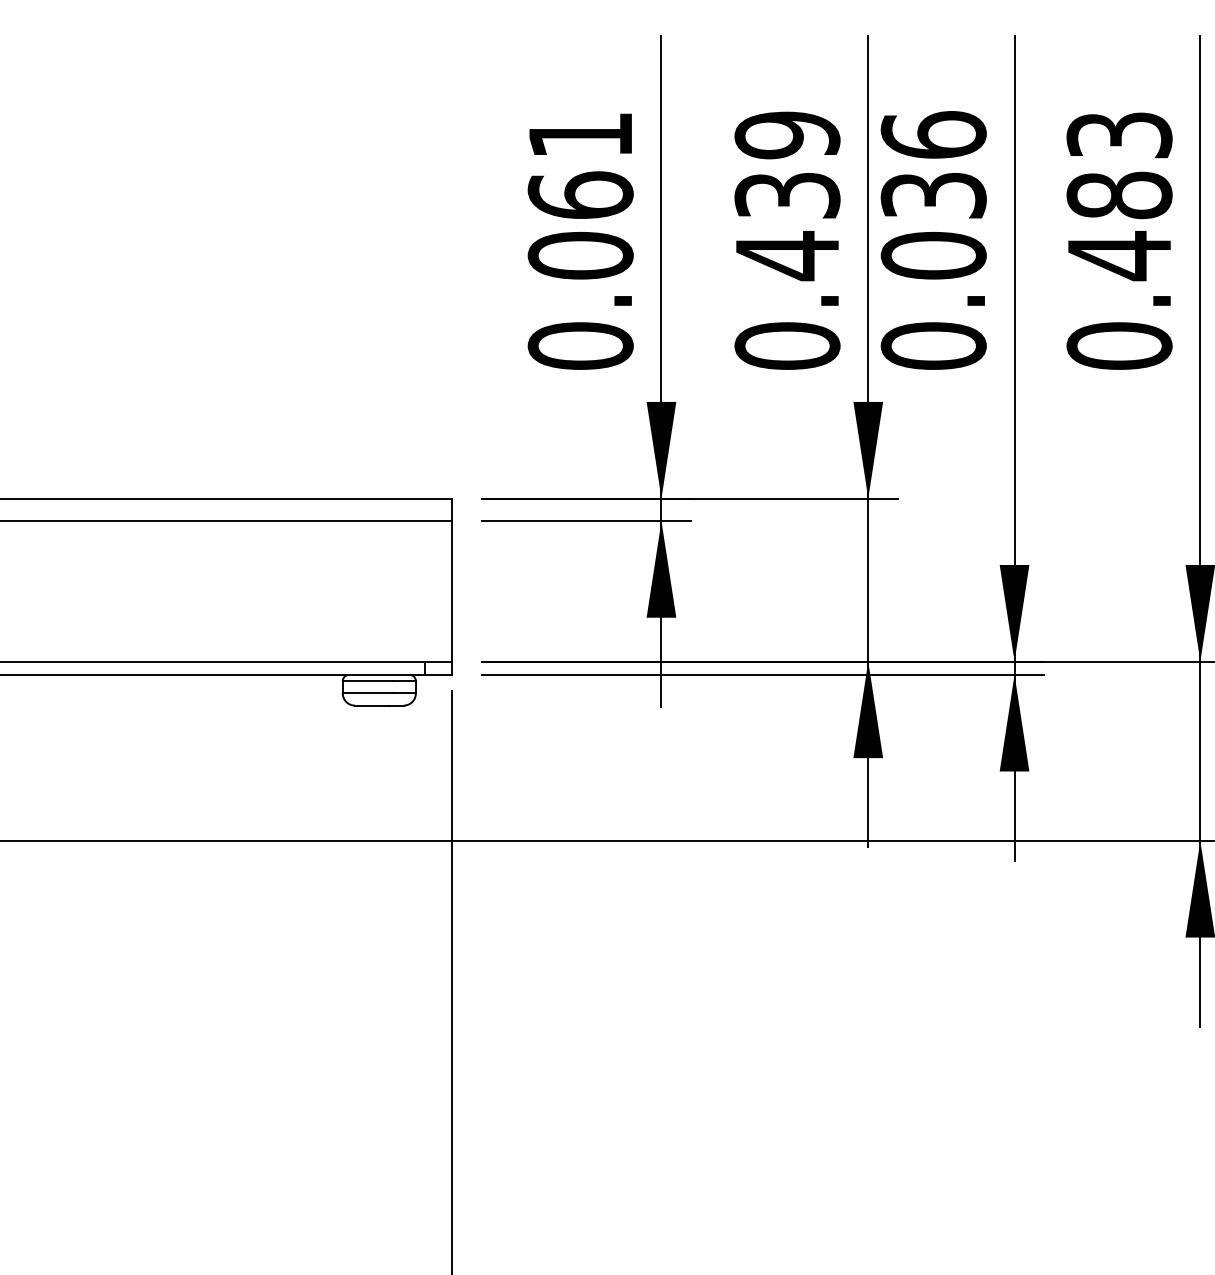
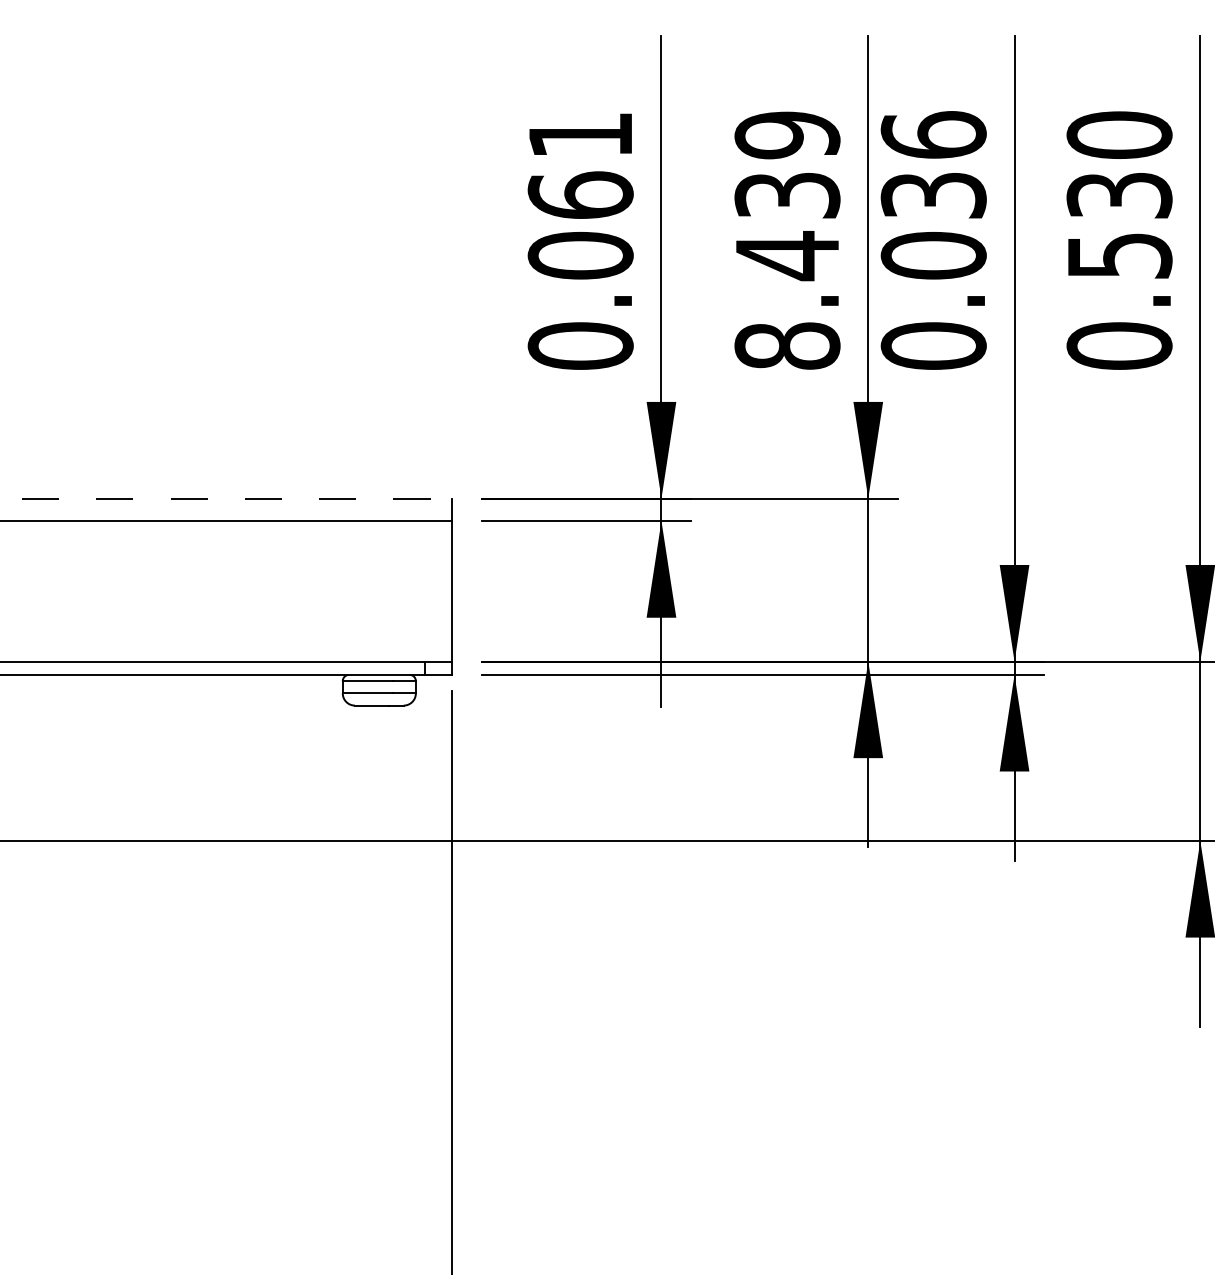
text at (1119, 196): 0.483 -> 0.530
text at (787, 345): 0.439 -> 8.439
line at (226, 498): solid -> dashed
